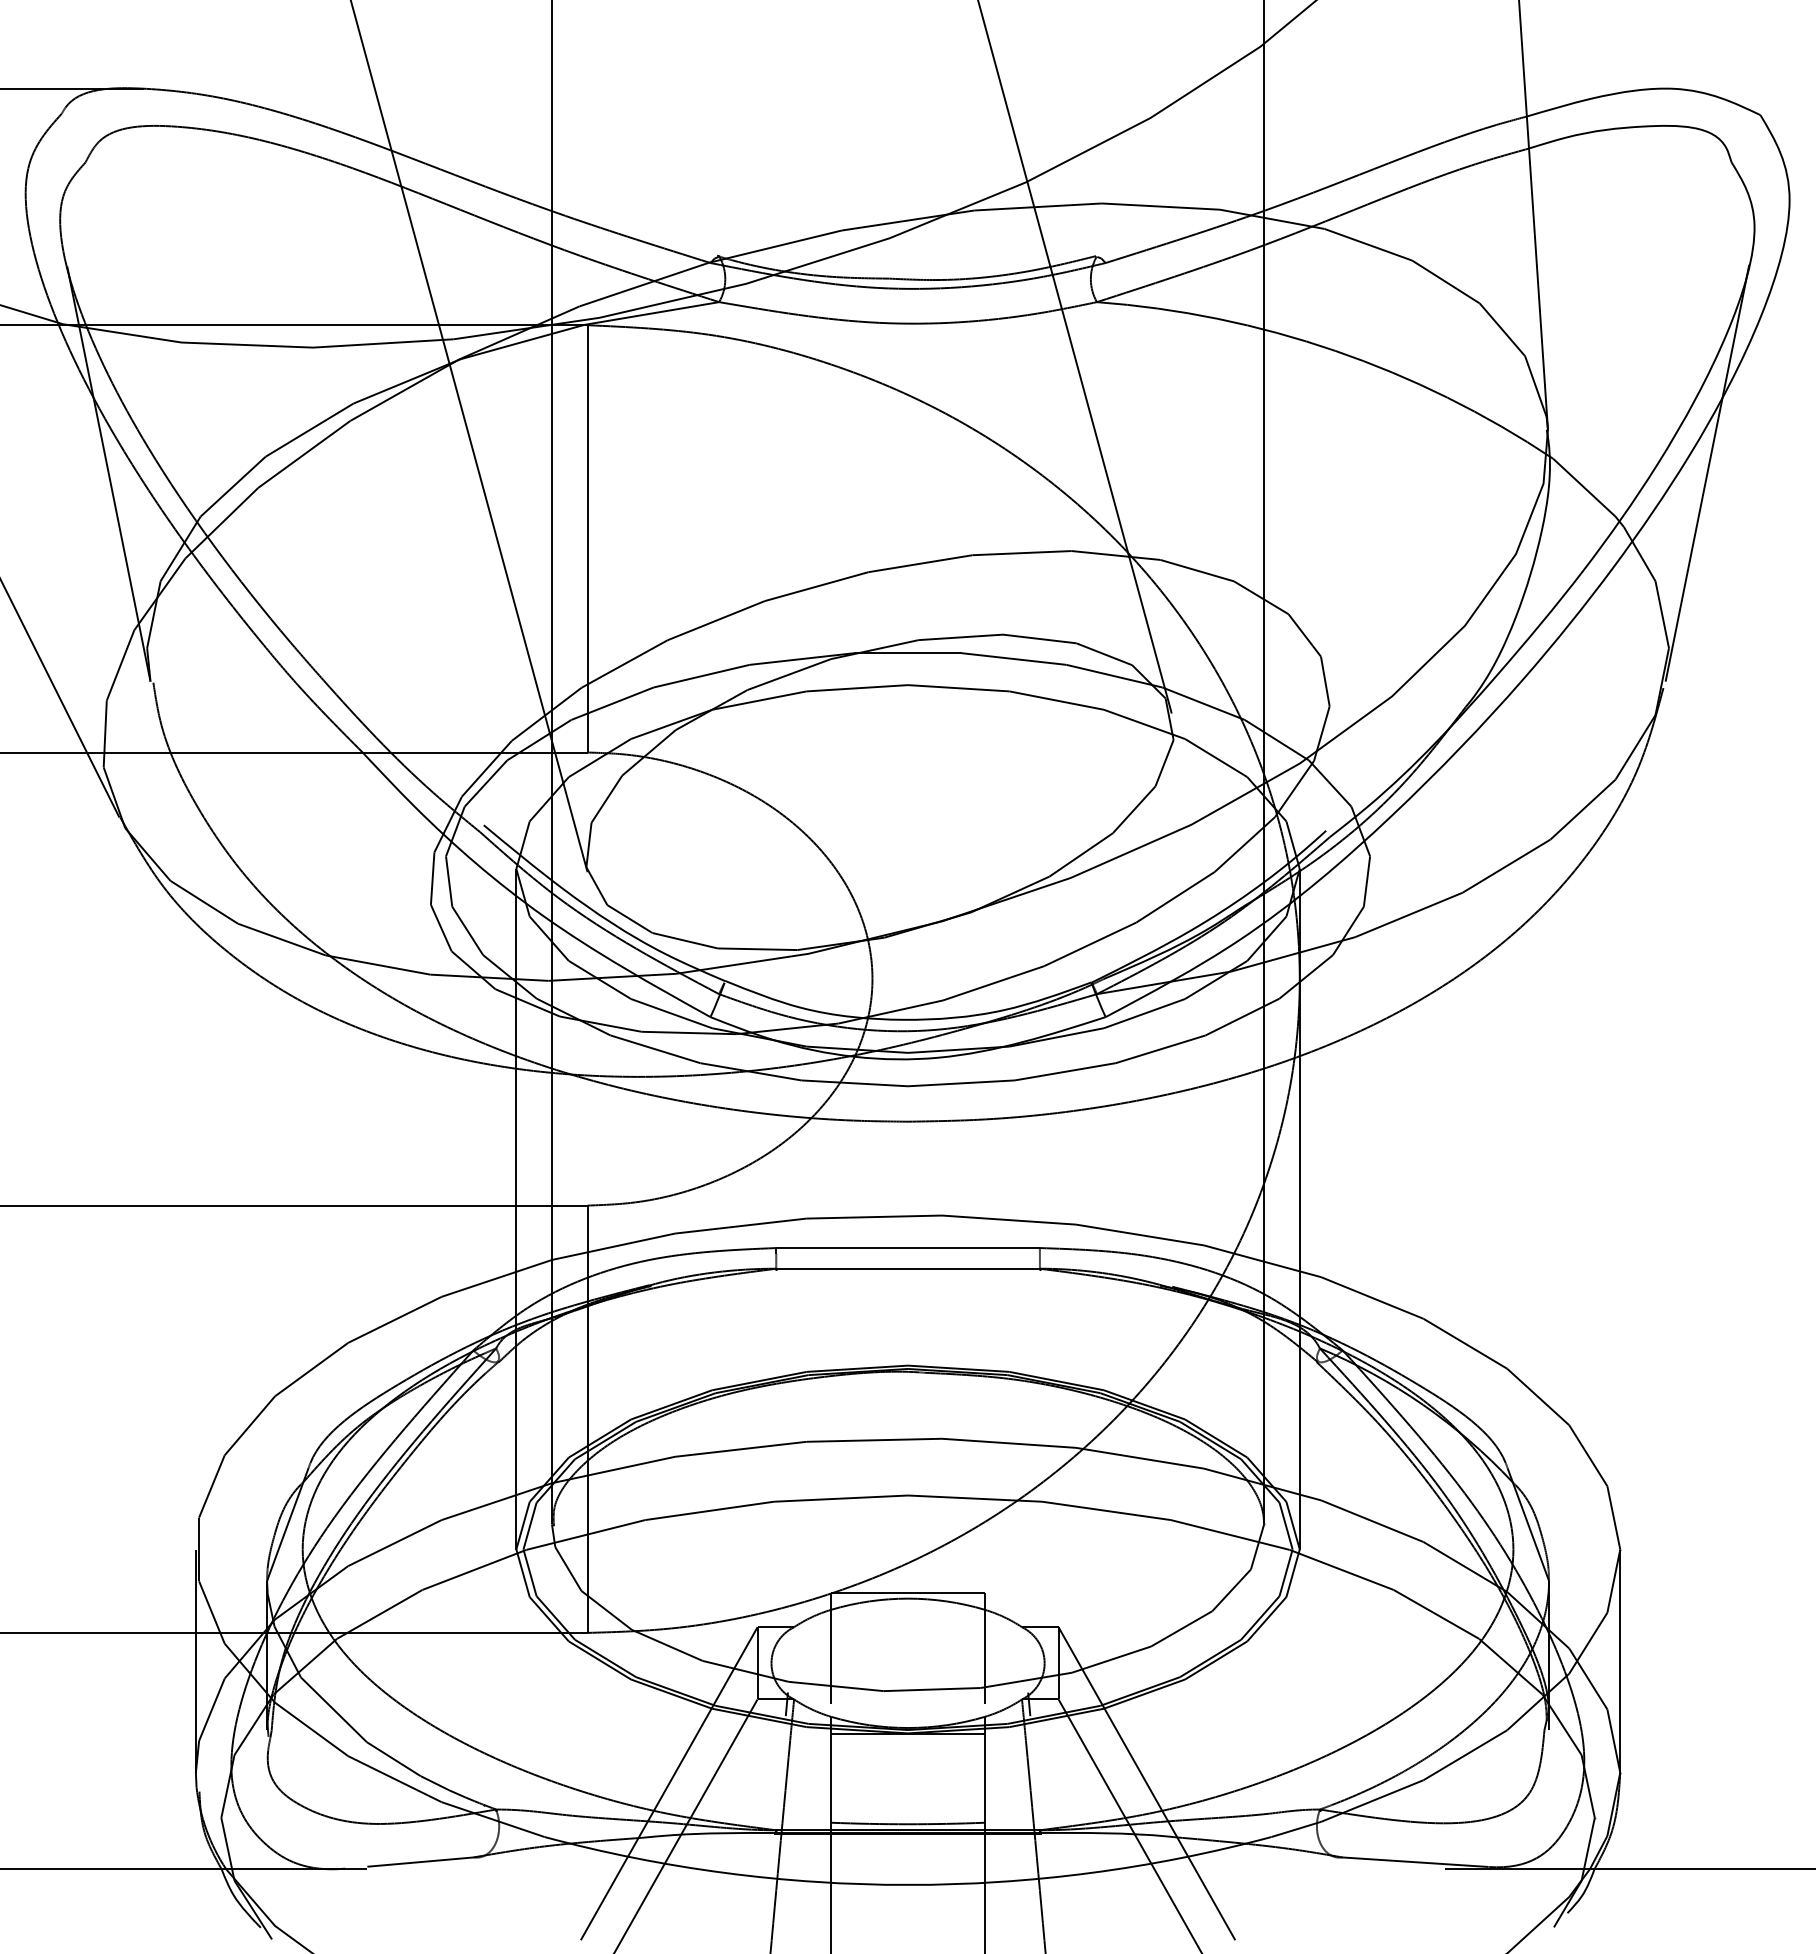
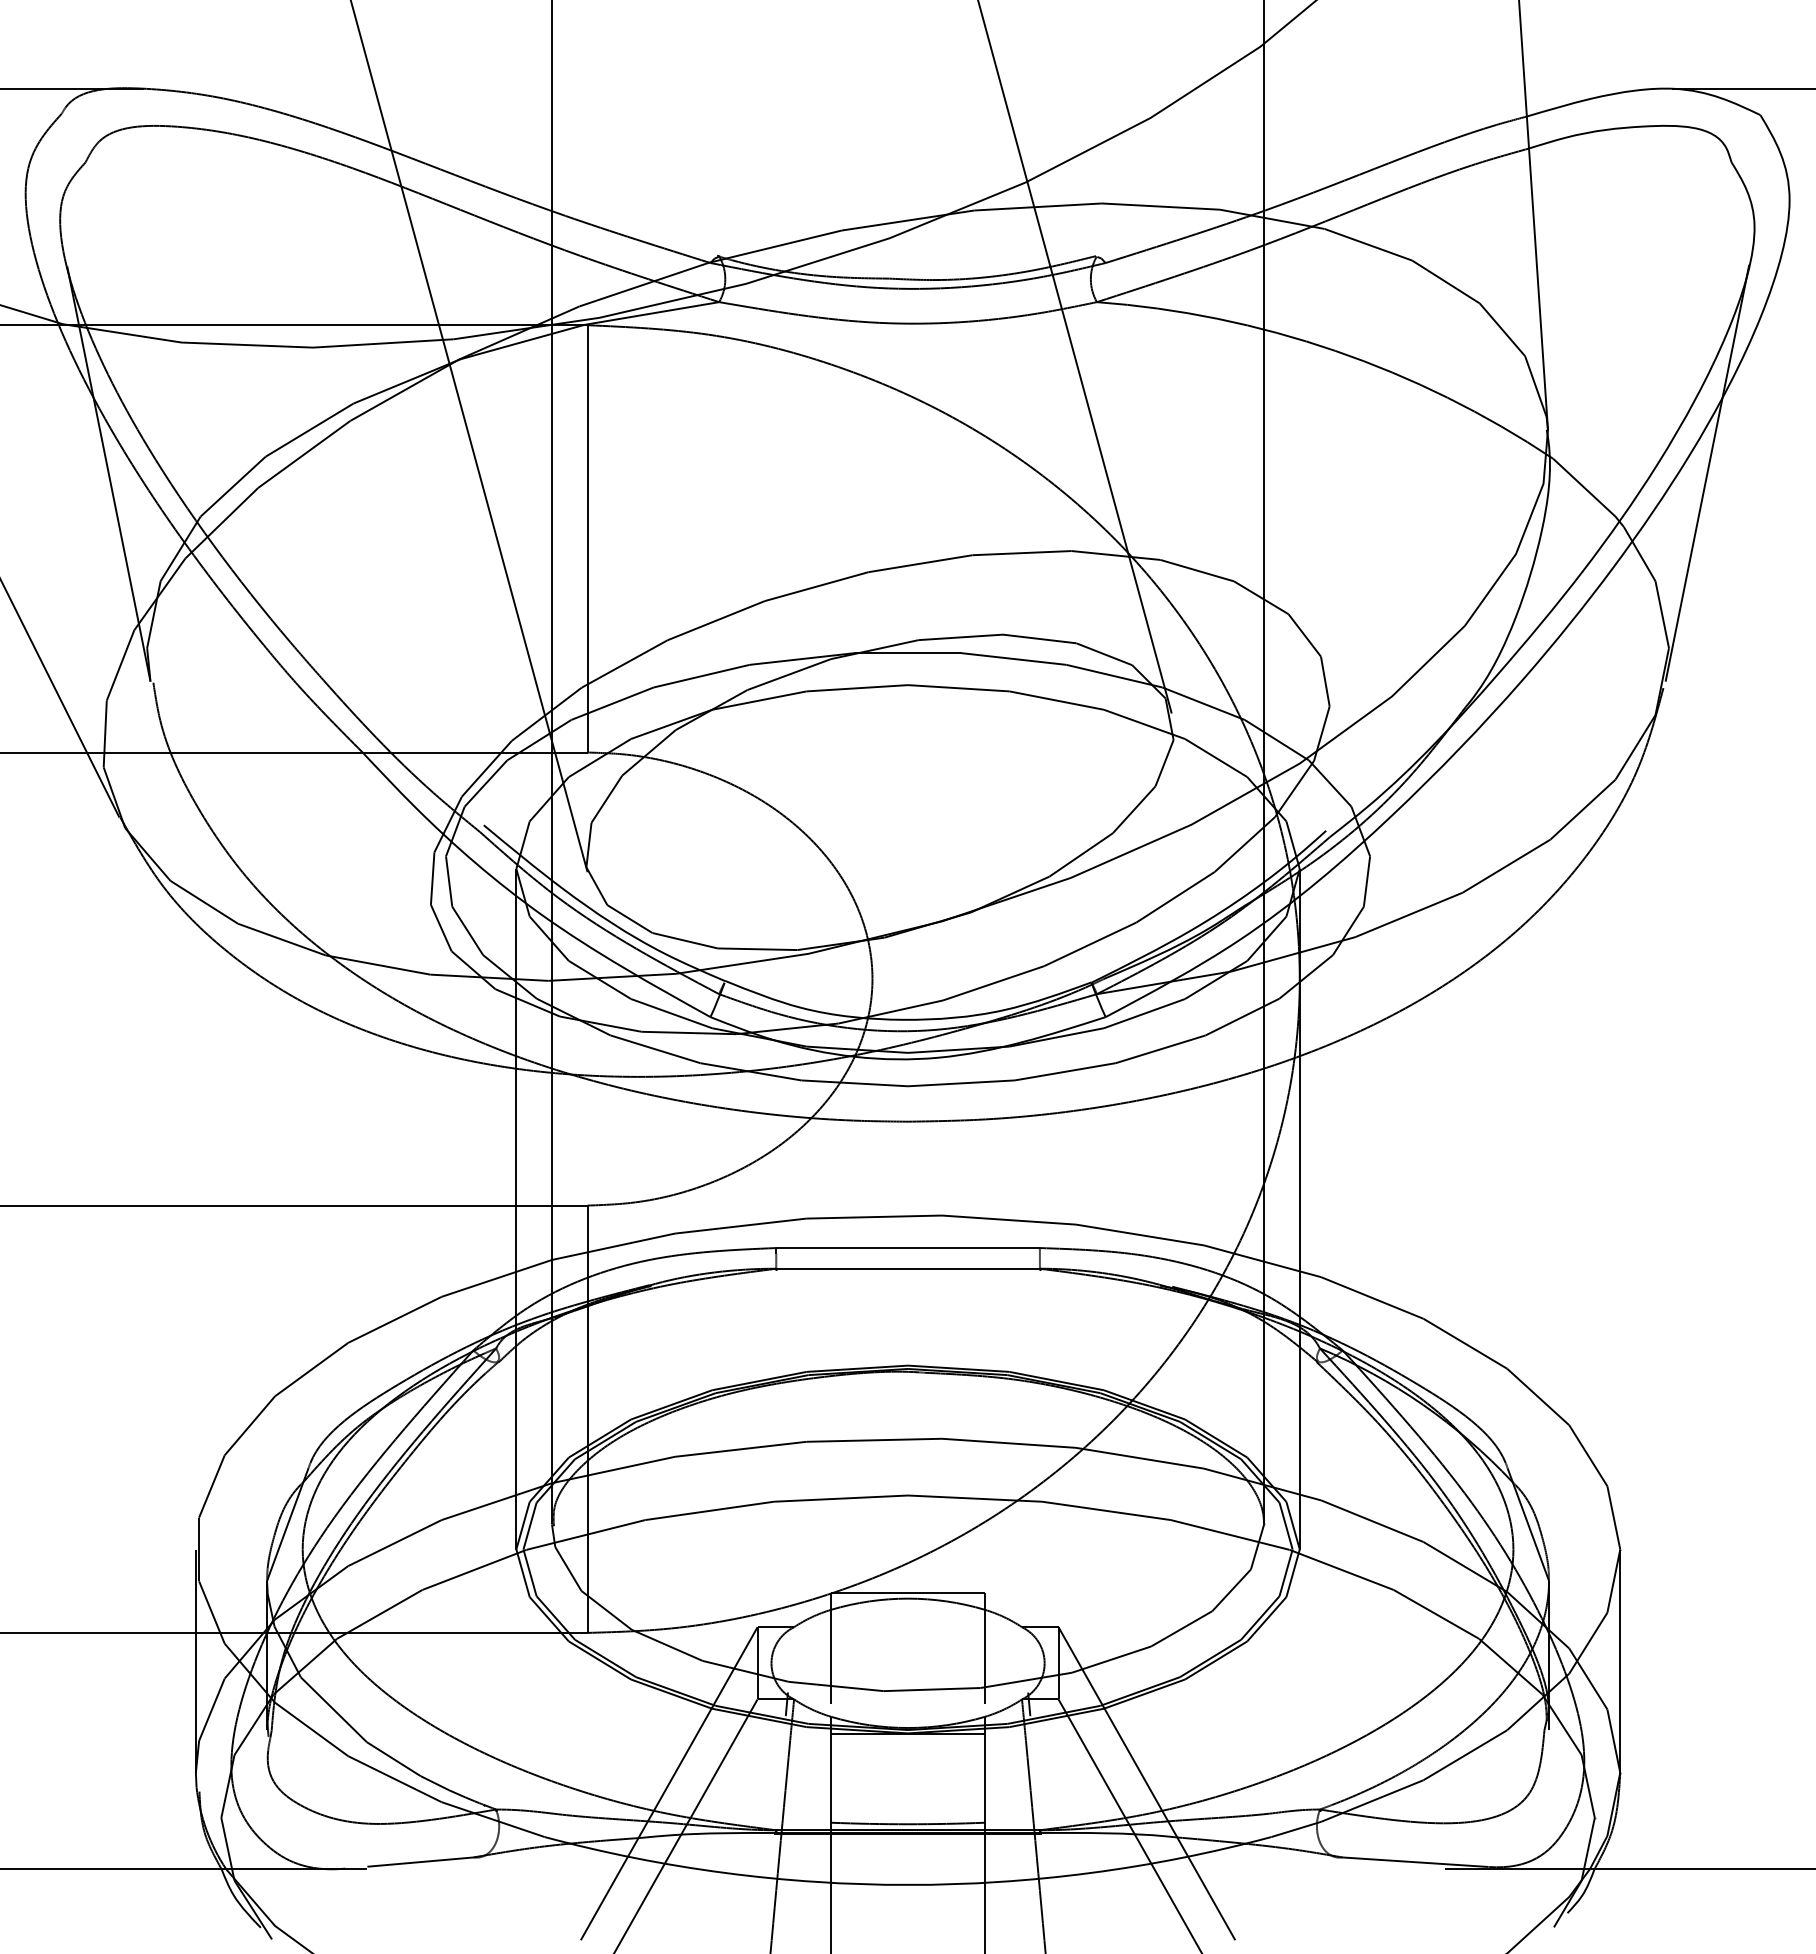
line at (1742, 88): none -> present
